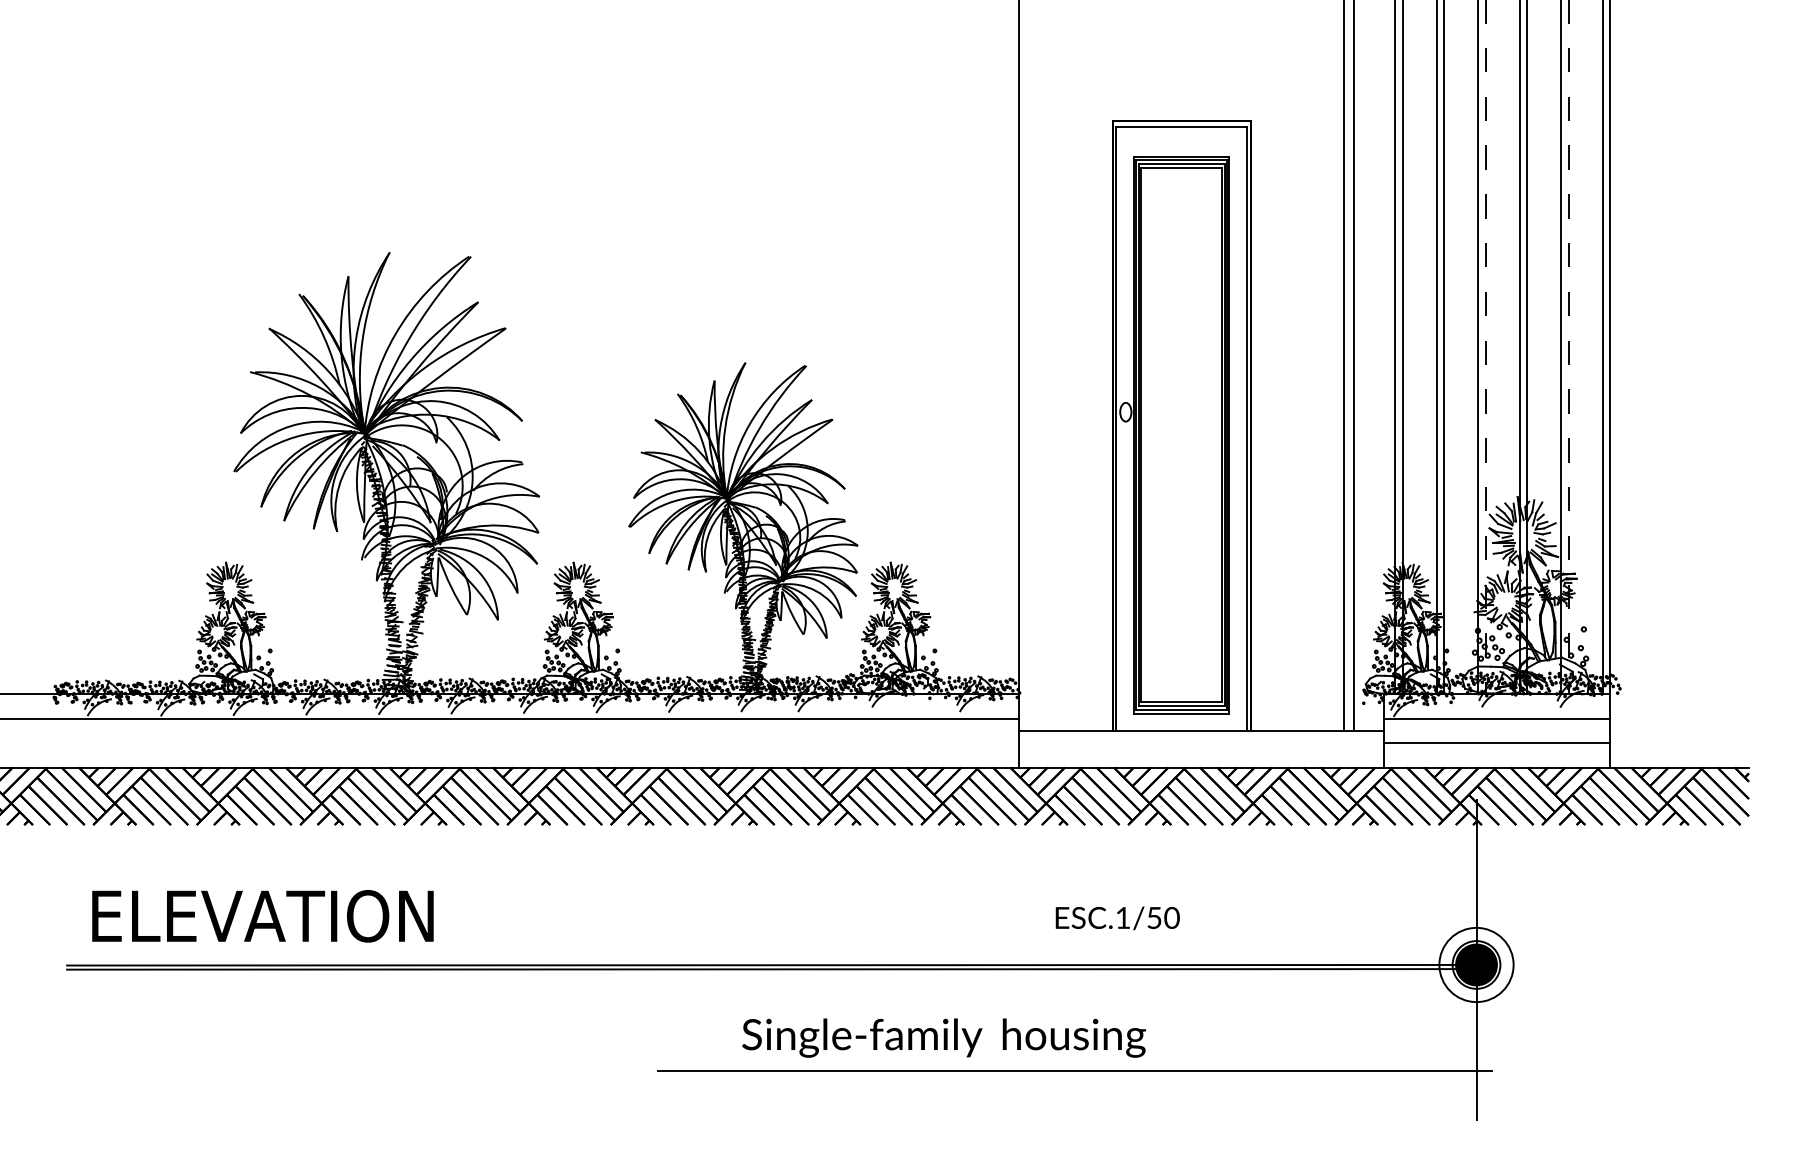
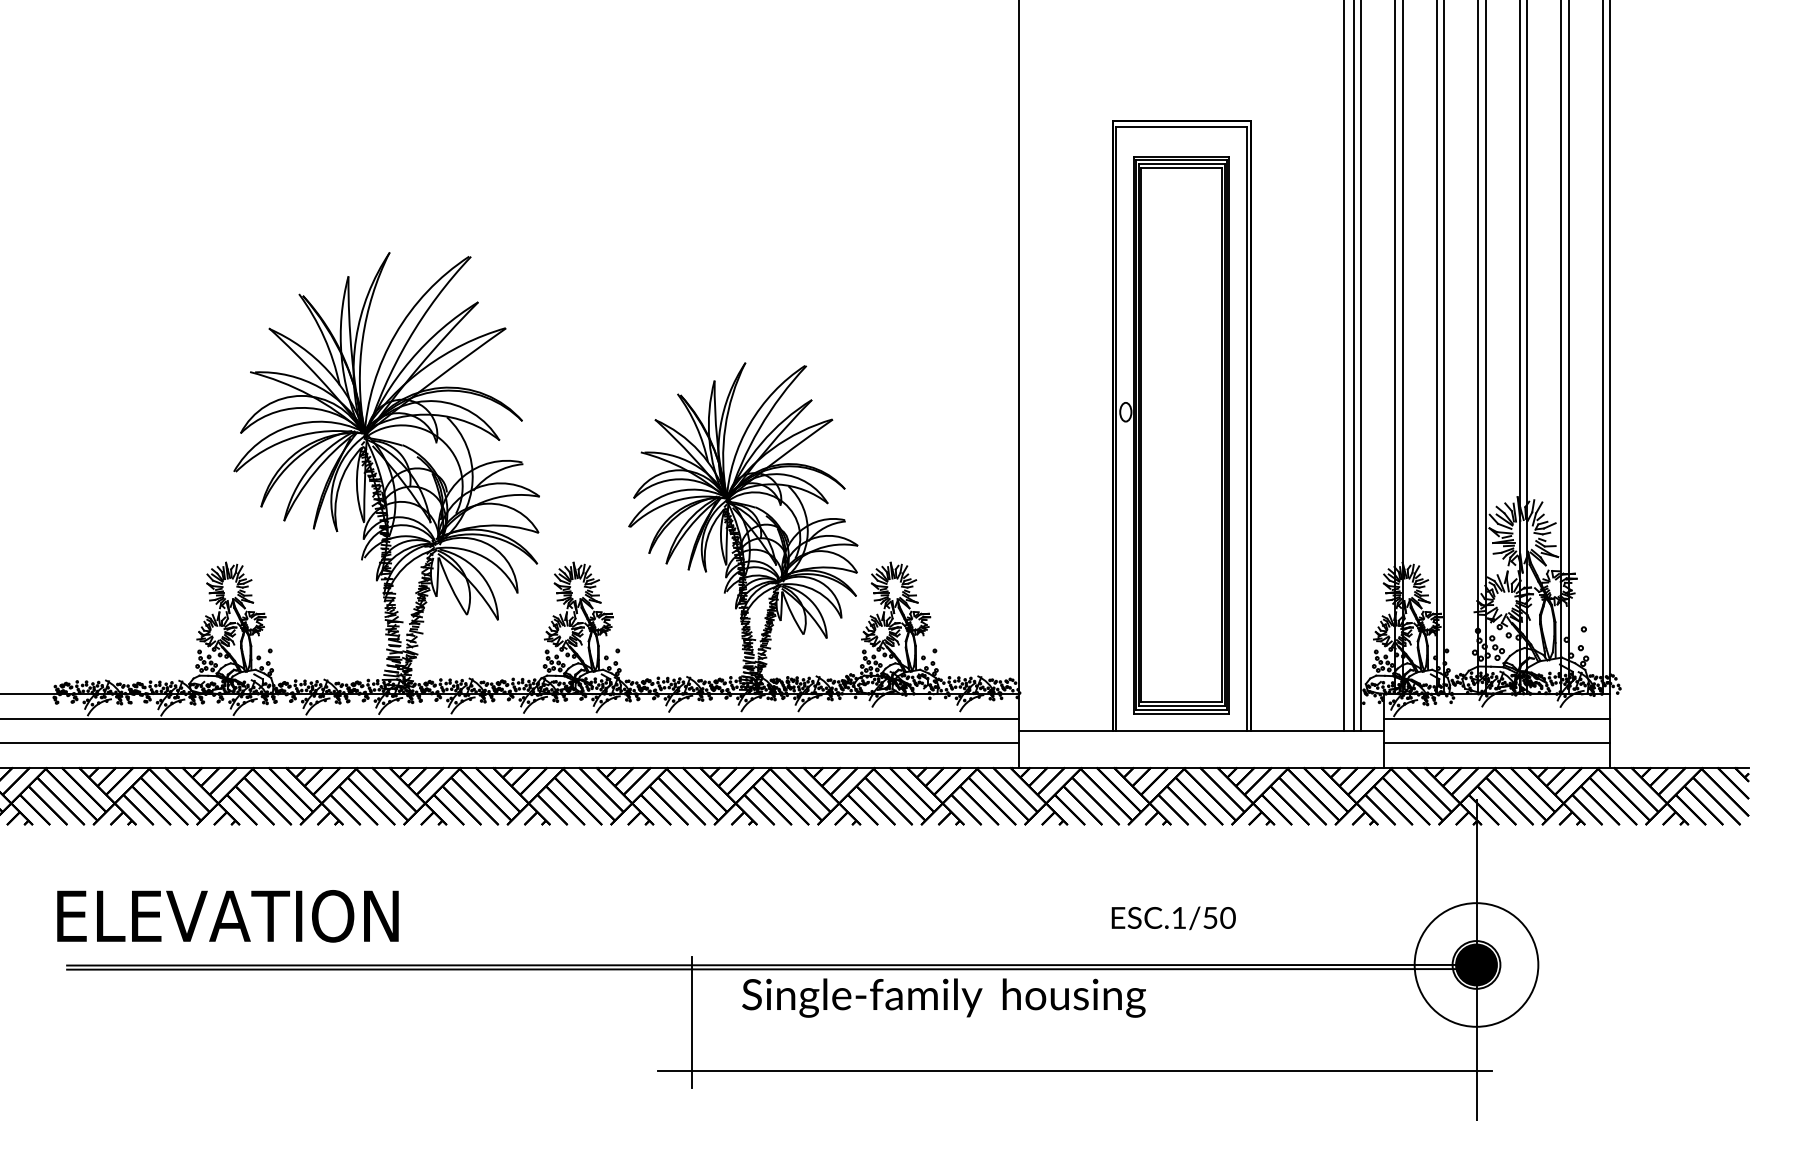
line at (1485, 347): dashed -> solid
line at (1568, 347): dashed -> solid
line at (1361, 366): none -> present
line at (510, 743): none -> present
text at (262, 916) position: (262, 916) -> (227, 916)
text at (1117, 918) position: (1117, 918) -> (1173, 918)
circle at (1476, 964) diameter: 74 px -> 124 px
line at (692, 1021): none -> present
text at (943, 1037) position: (943, 1037) -> (943, 997)
